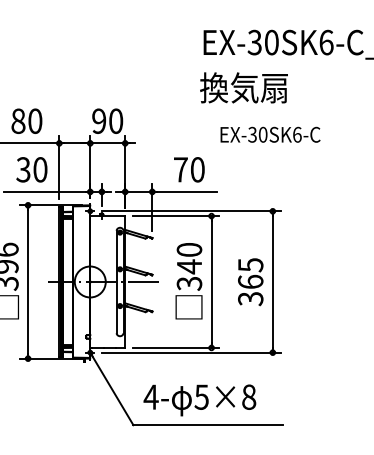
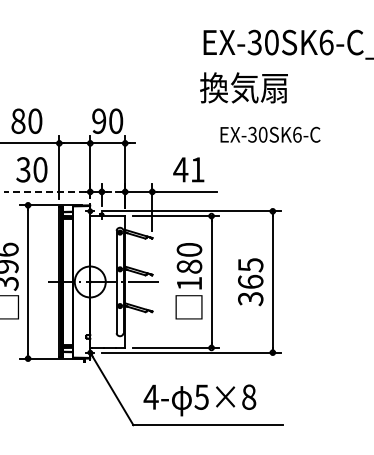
text at (188, 169): 70 -> 41
line at (45, 191): solid -> dashed
text at (189, 274): 340 -> 180
